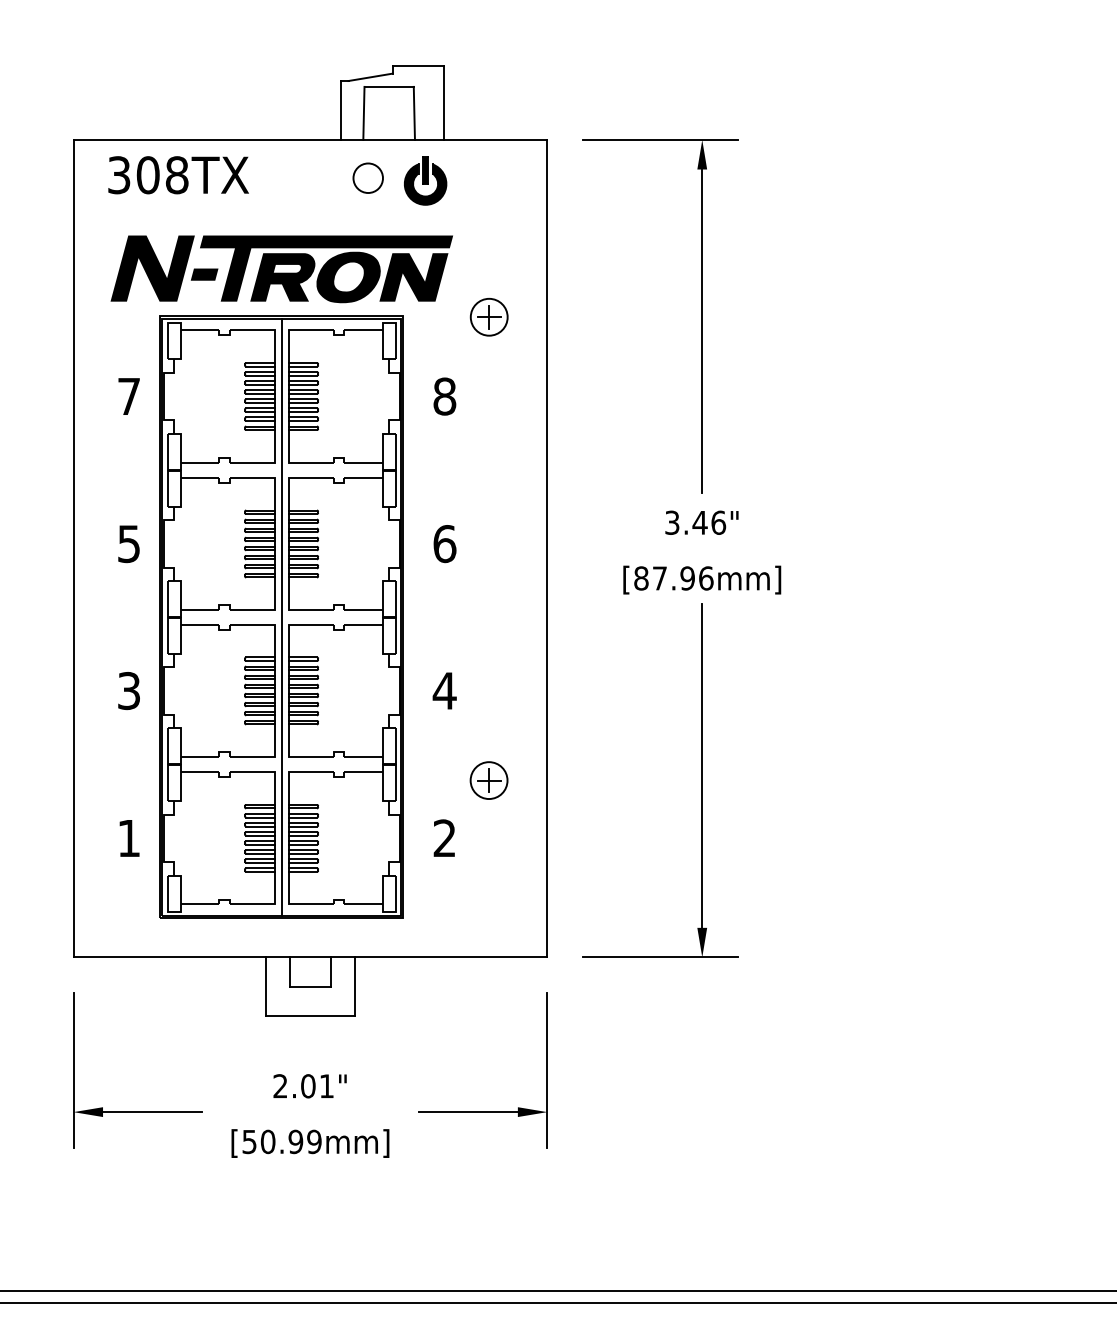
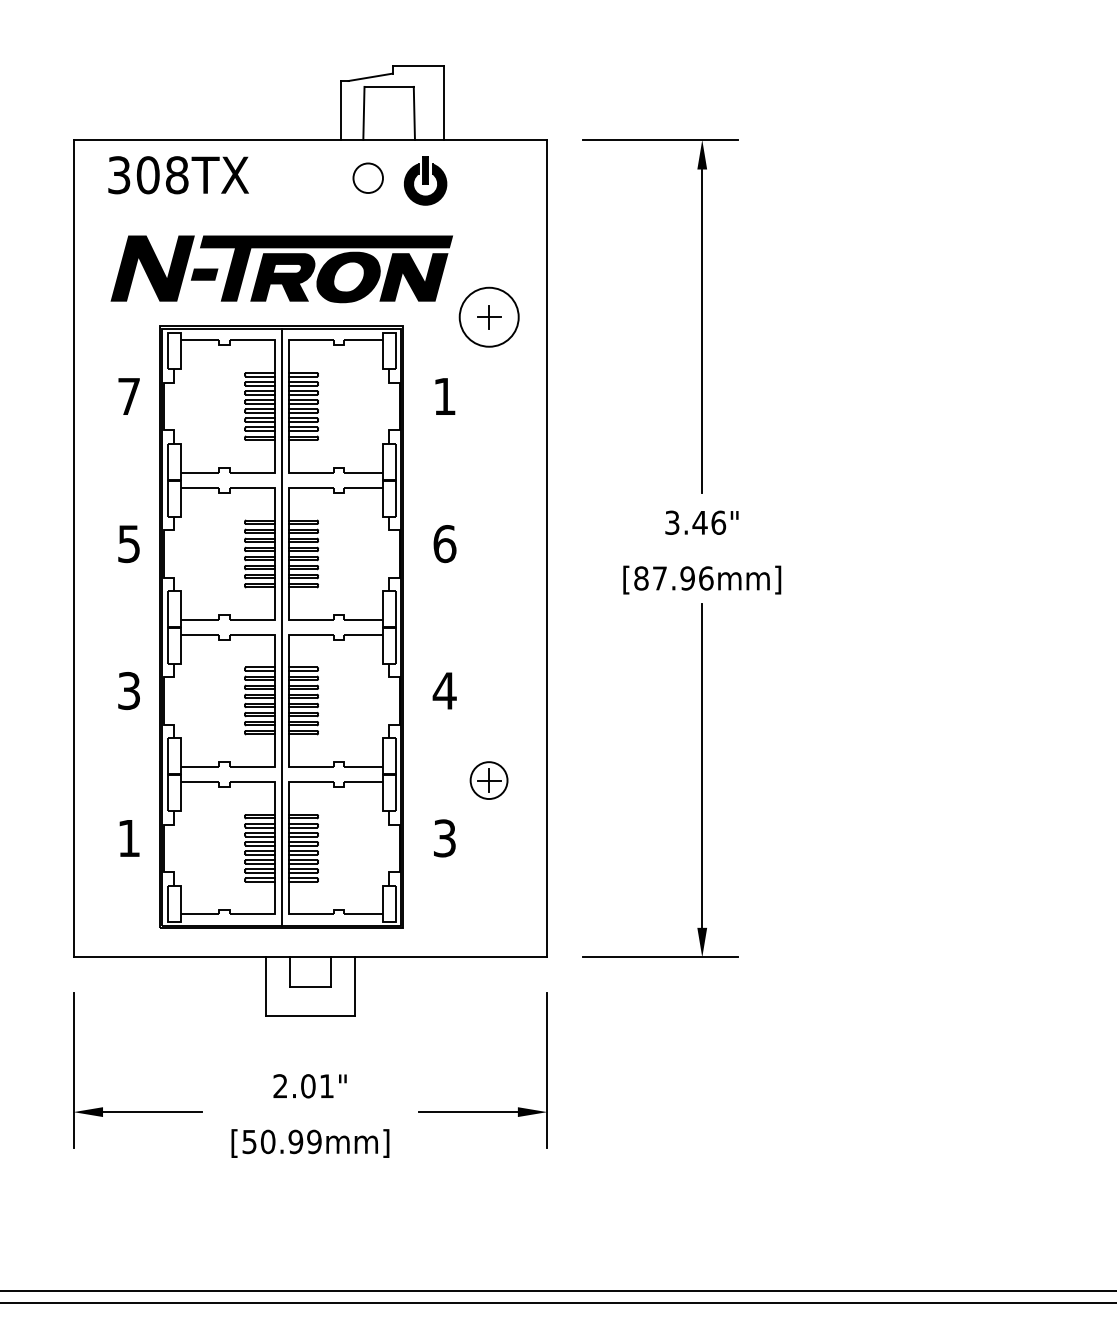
circle at (488, 316) diameter: 37 px -> 59 px
text at (444, 396): 8 -> 1
part at (281, 616) position: (281, 616) -> (281, 626)
text at (444, 838): 2 -> 3
